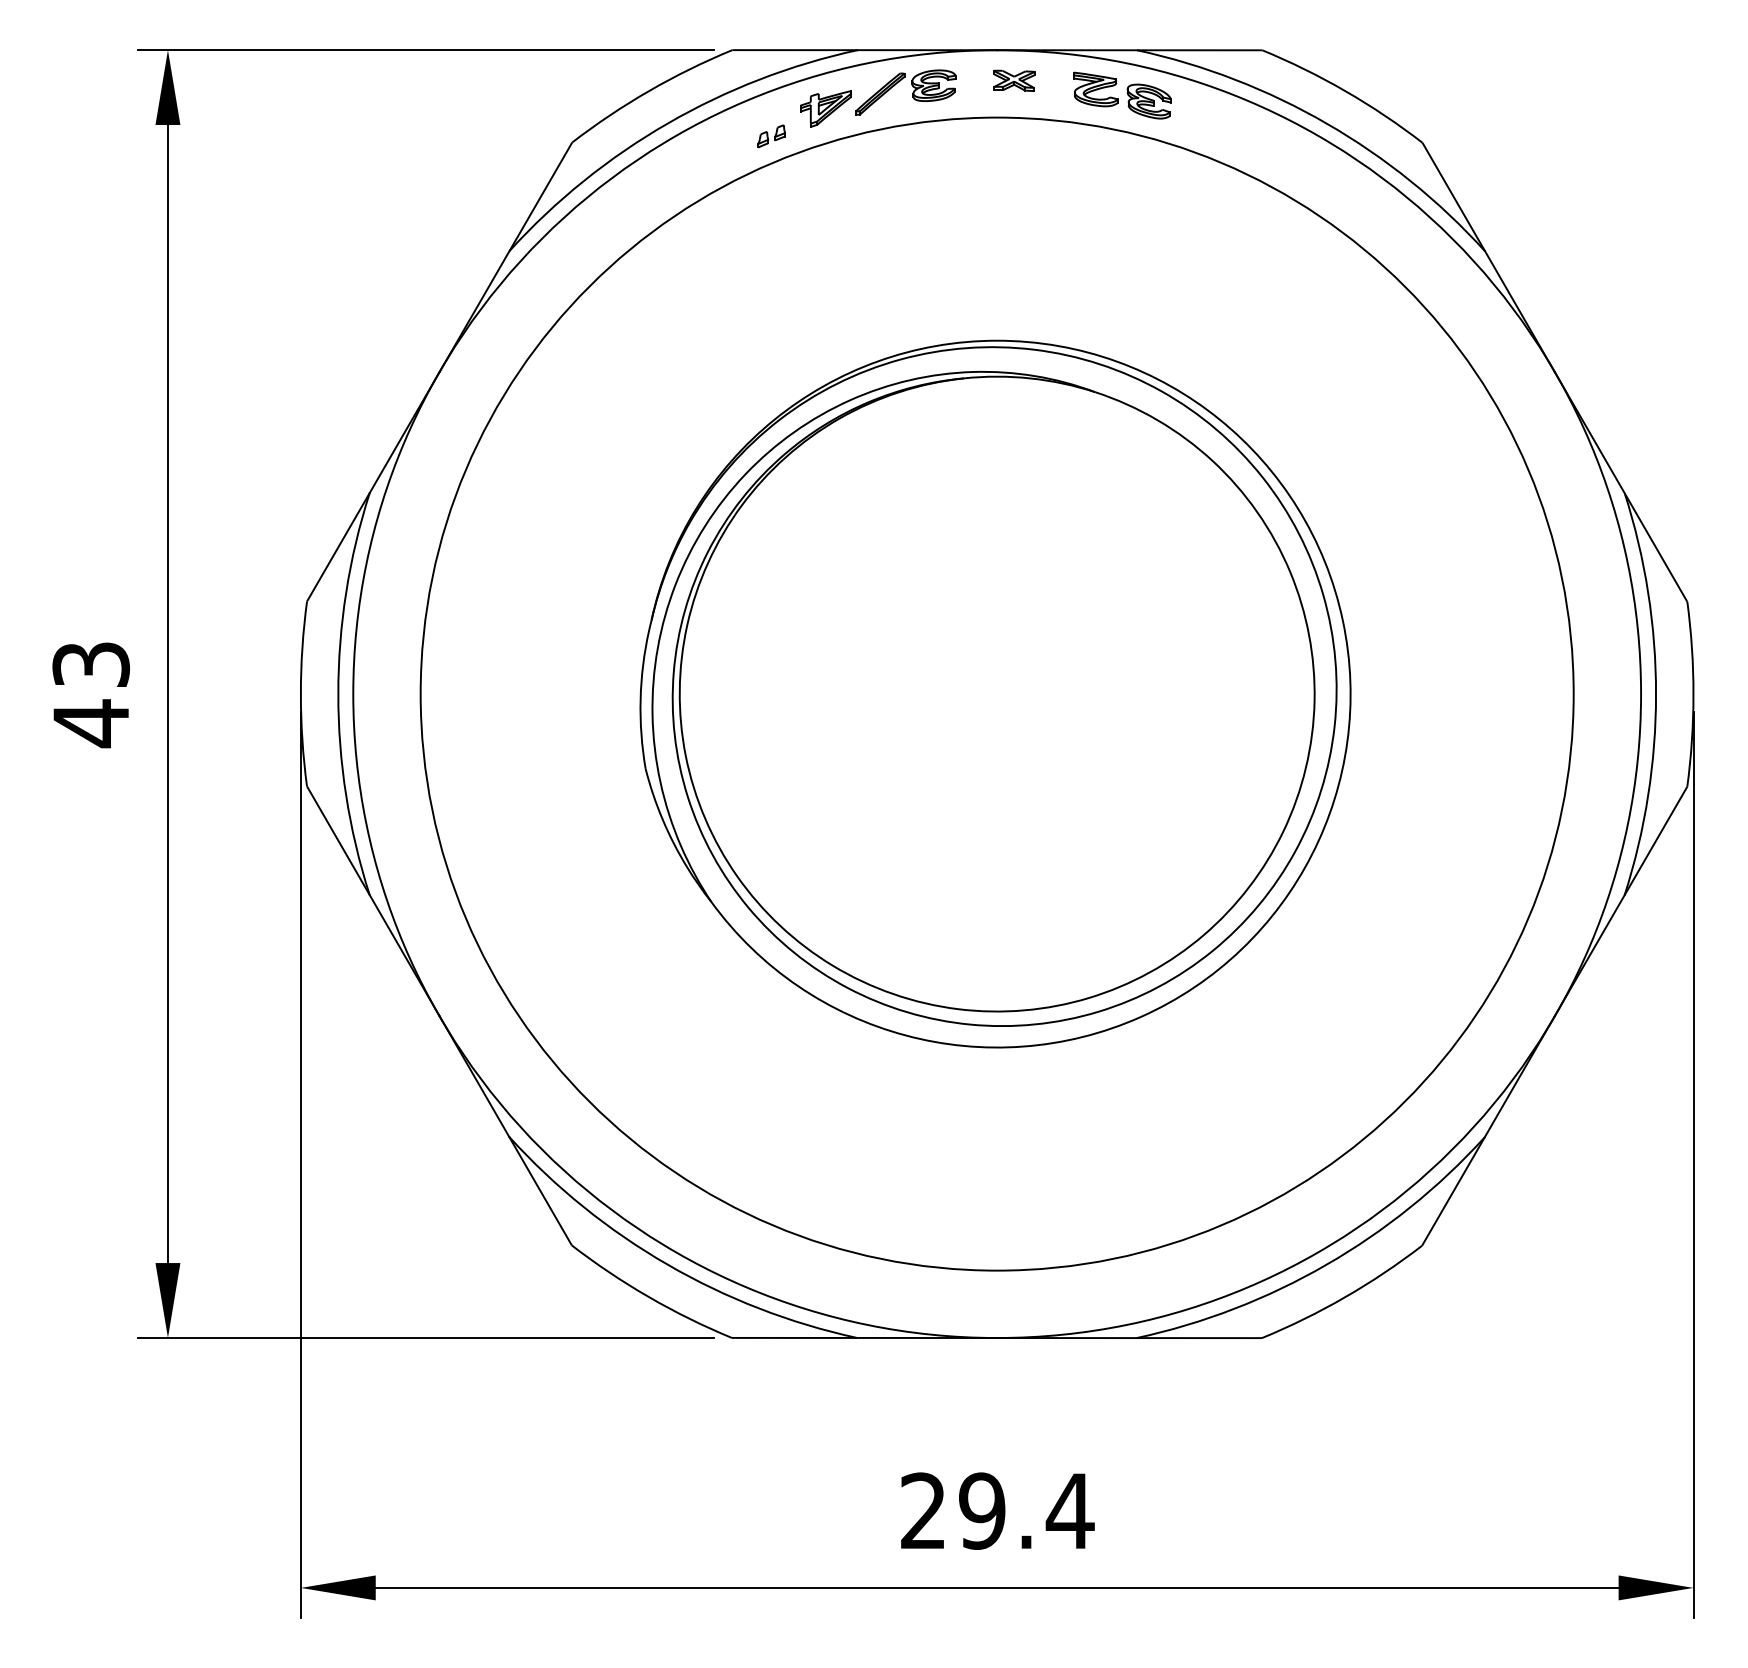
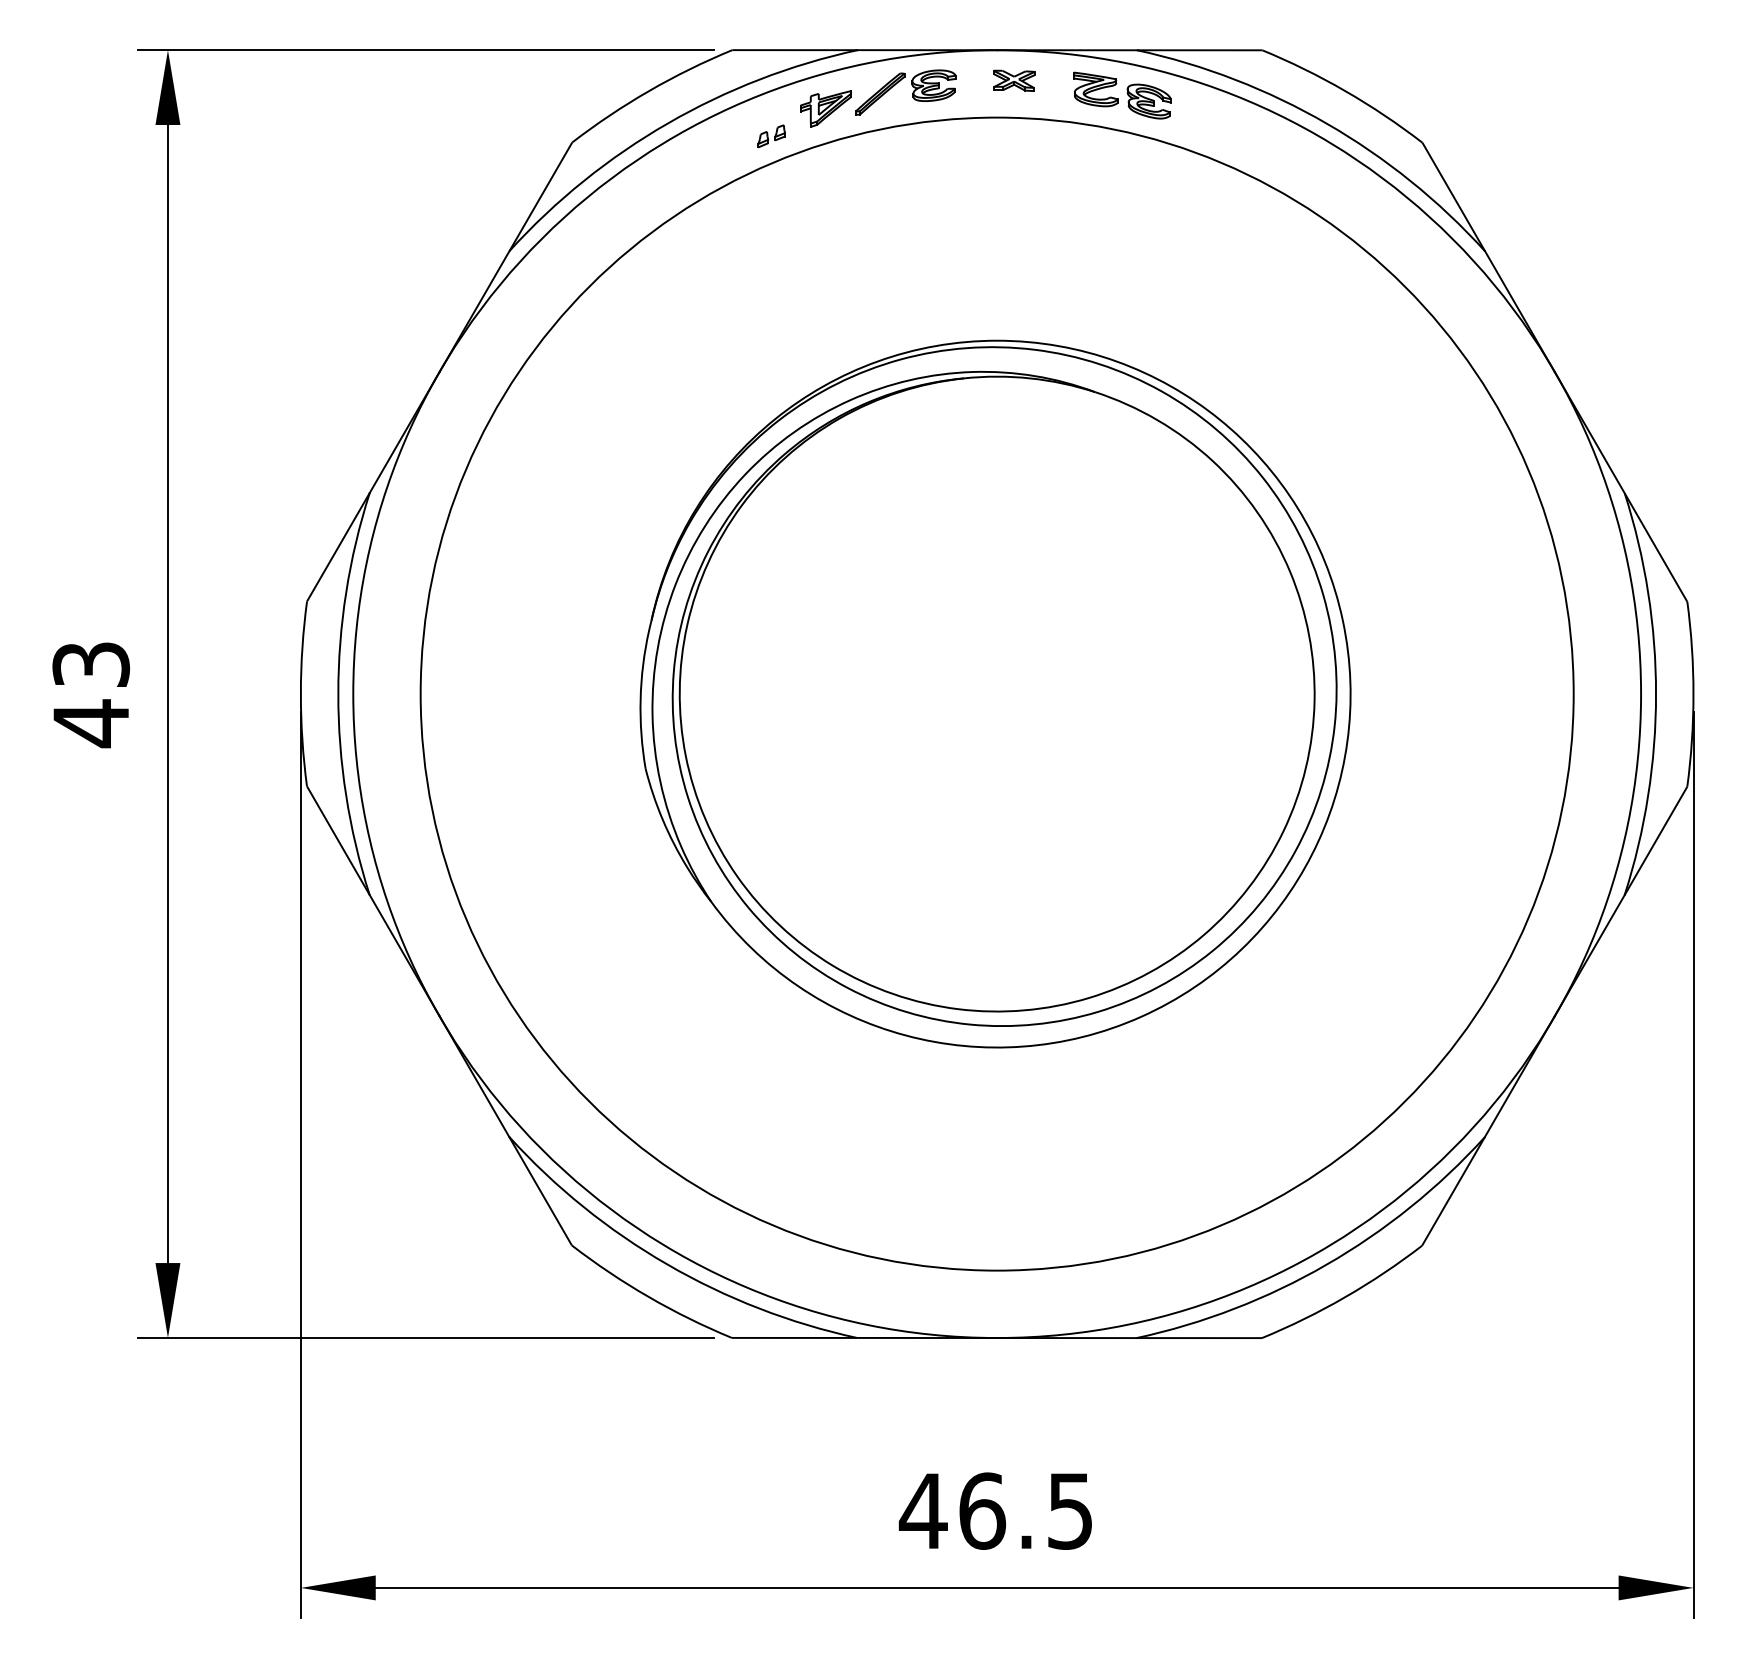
text at (996, 1510): 29.4 -> 46.5
